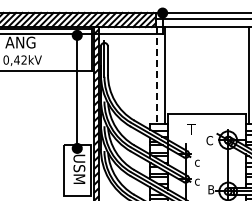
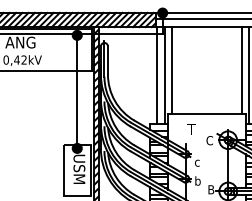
line at (171, 70): none -> present
line at (242, 70): none -> present
line at (157, 75): dashed -> solid
text at (197, 180): c -> b
